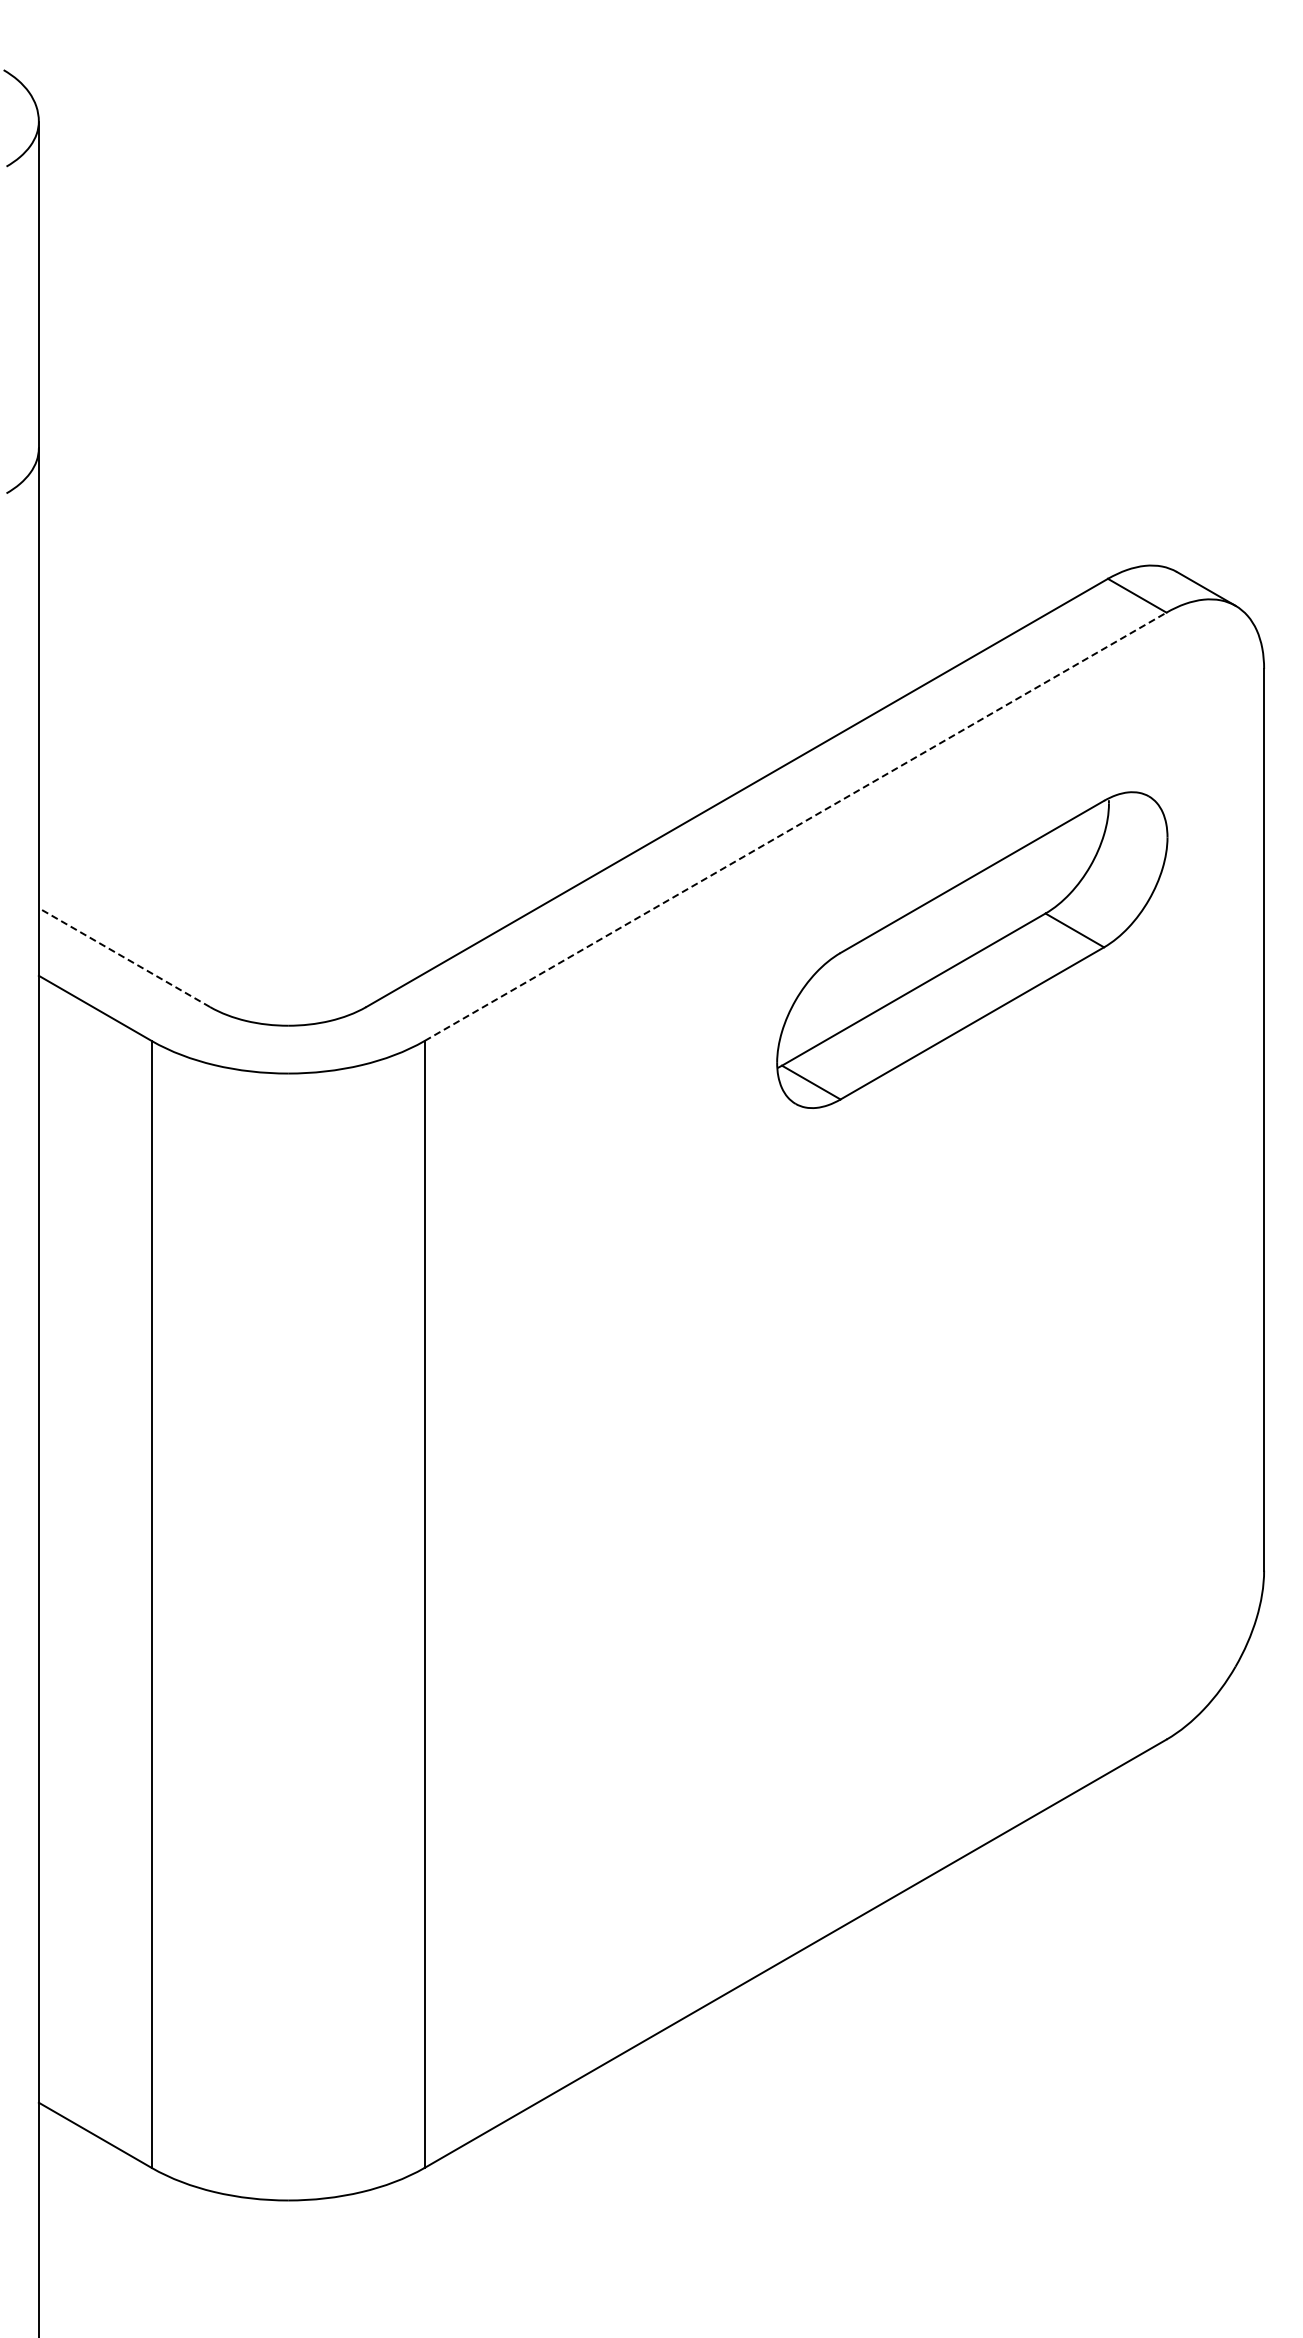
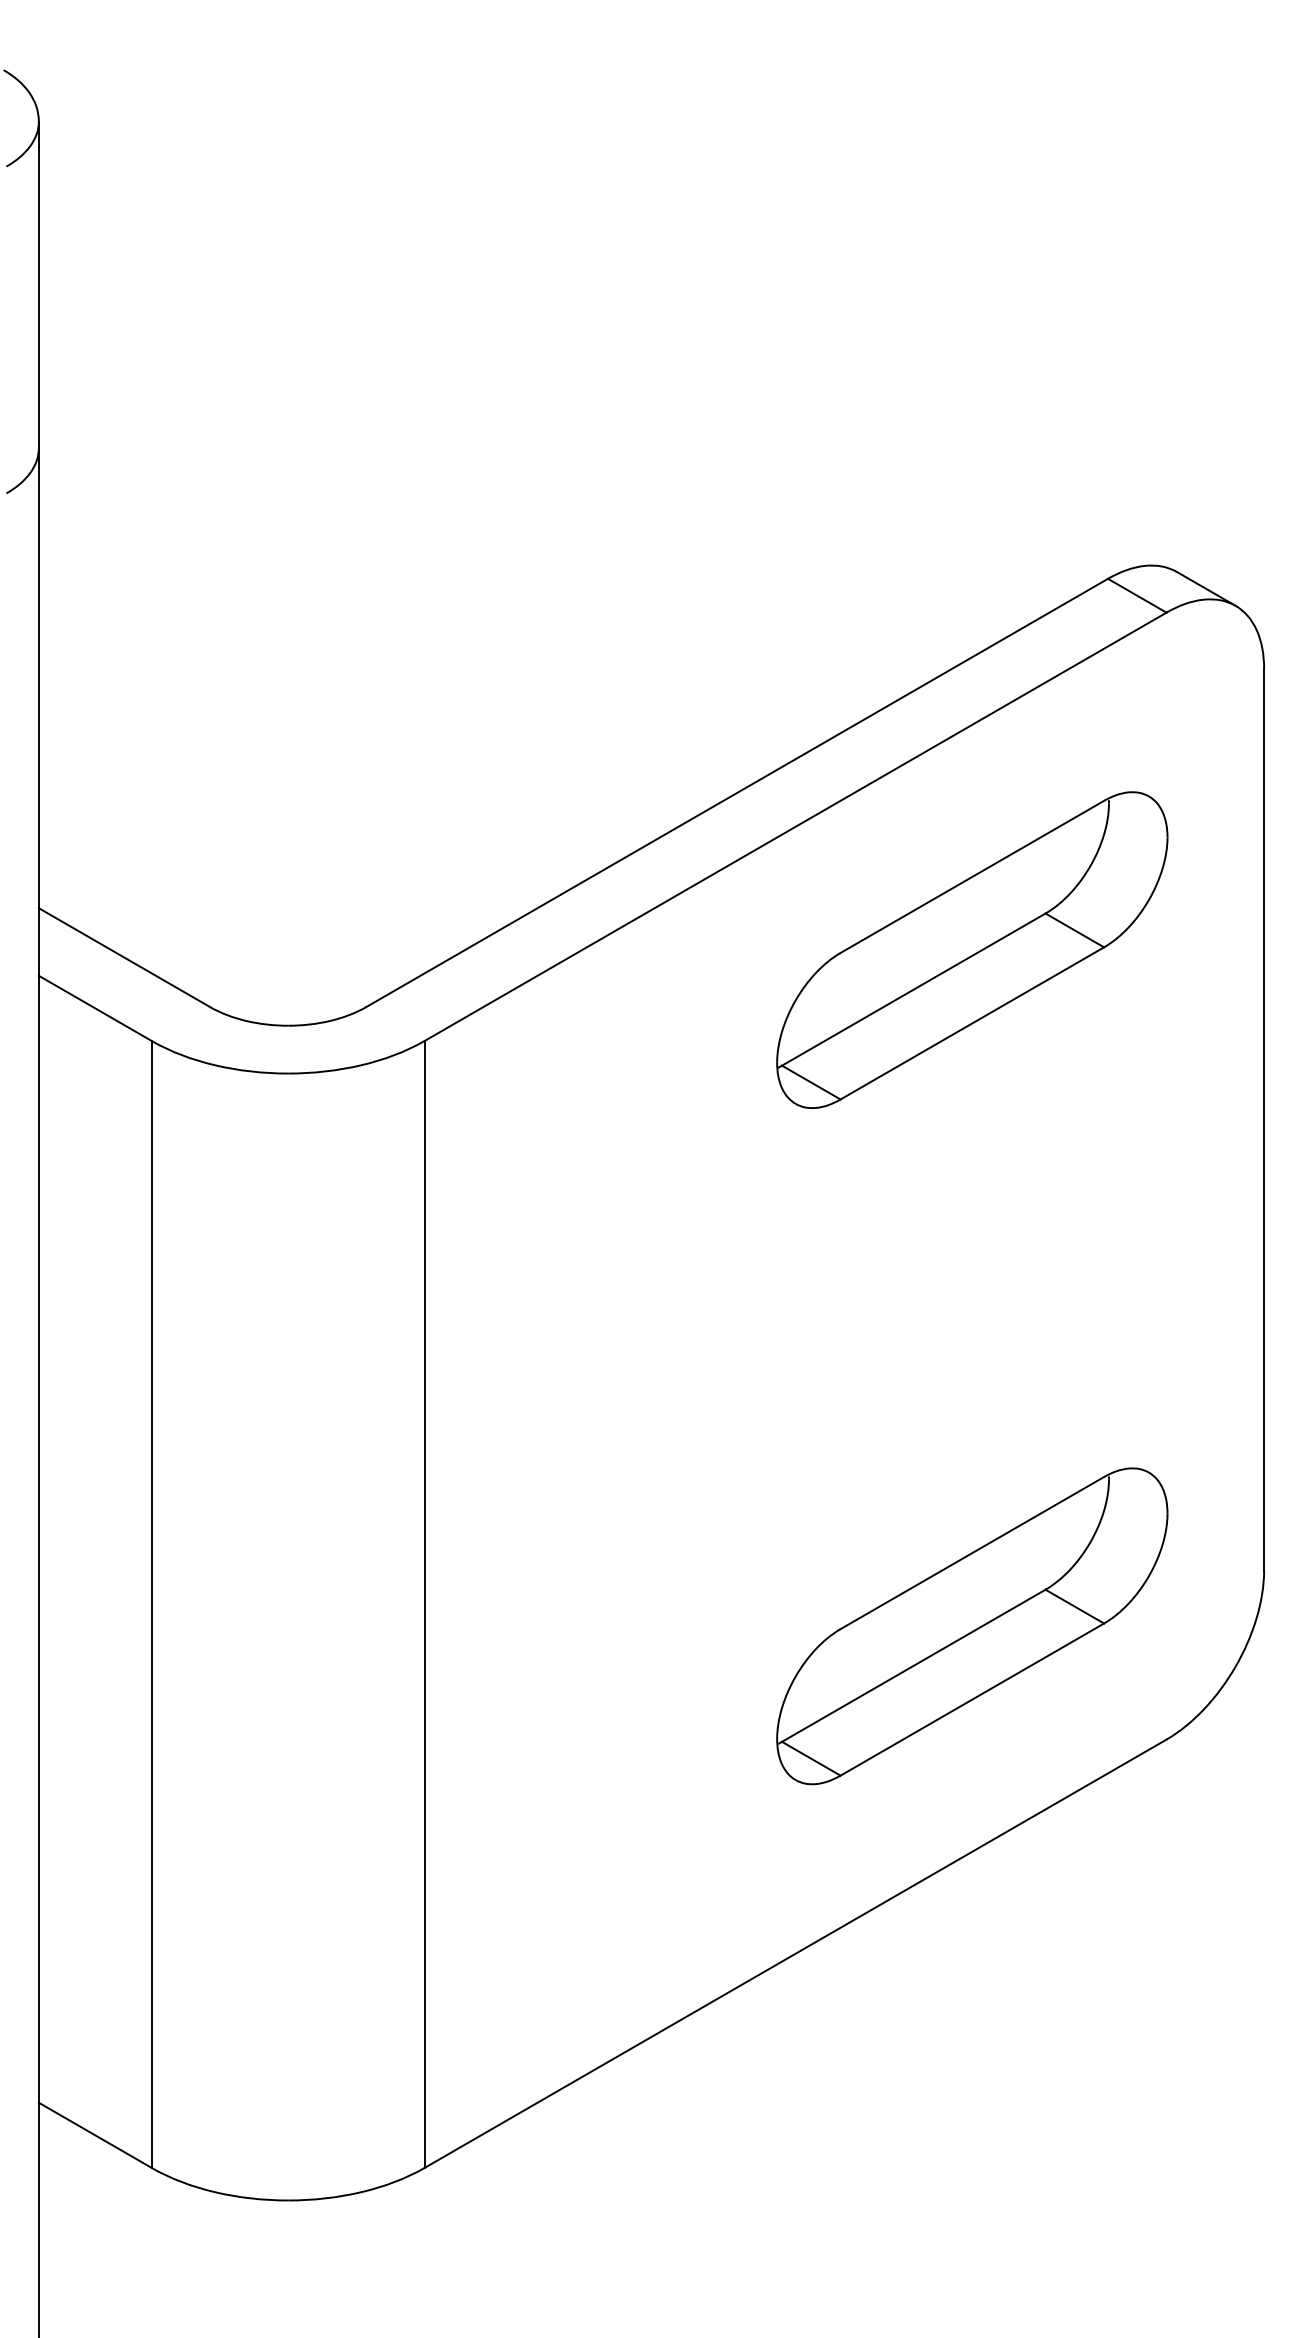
line at (796, 826): dashed -> solid
line at (124, 957): dashed -> solid
part at (972, 1626): none -> present
